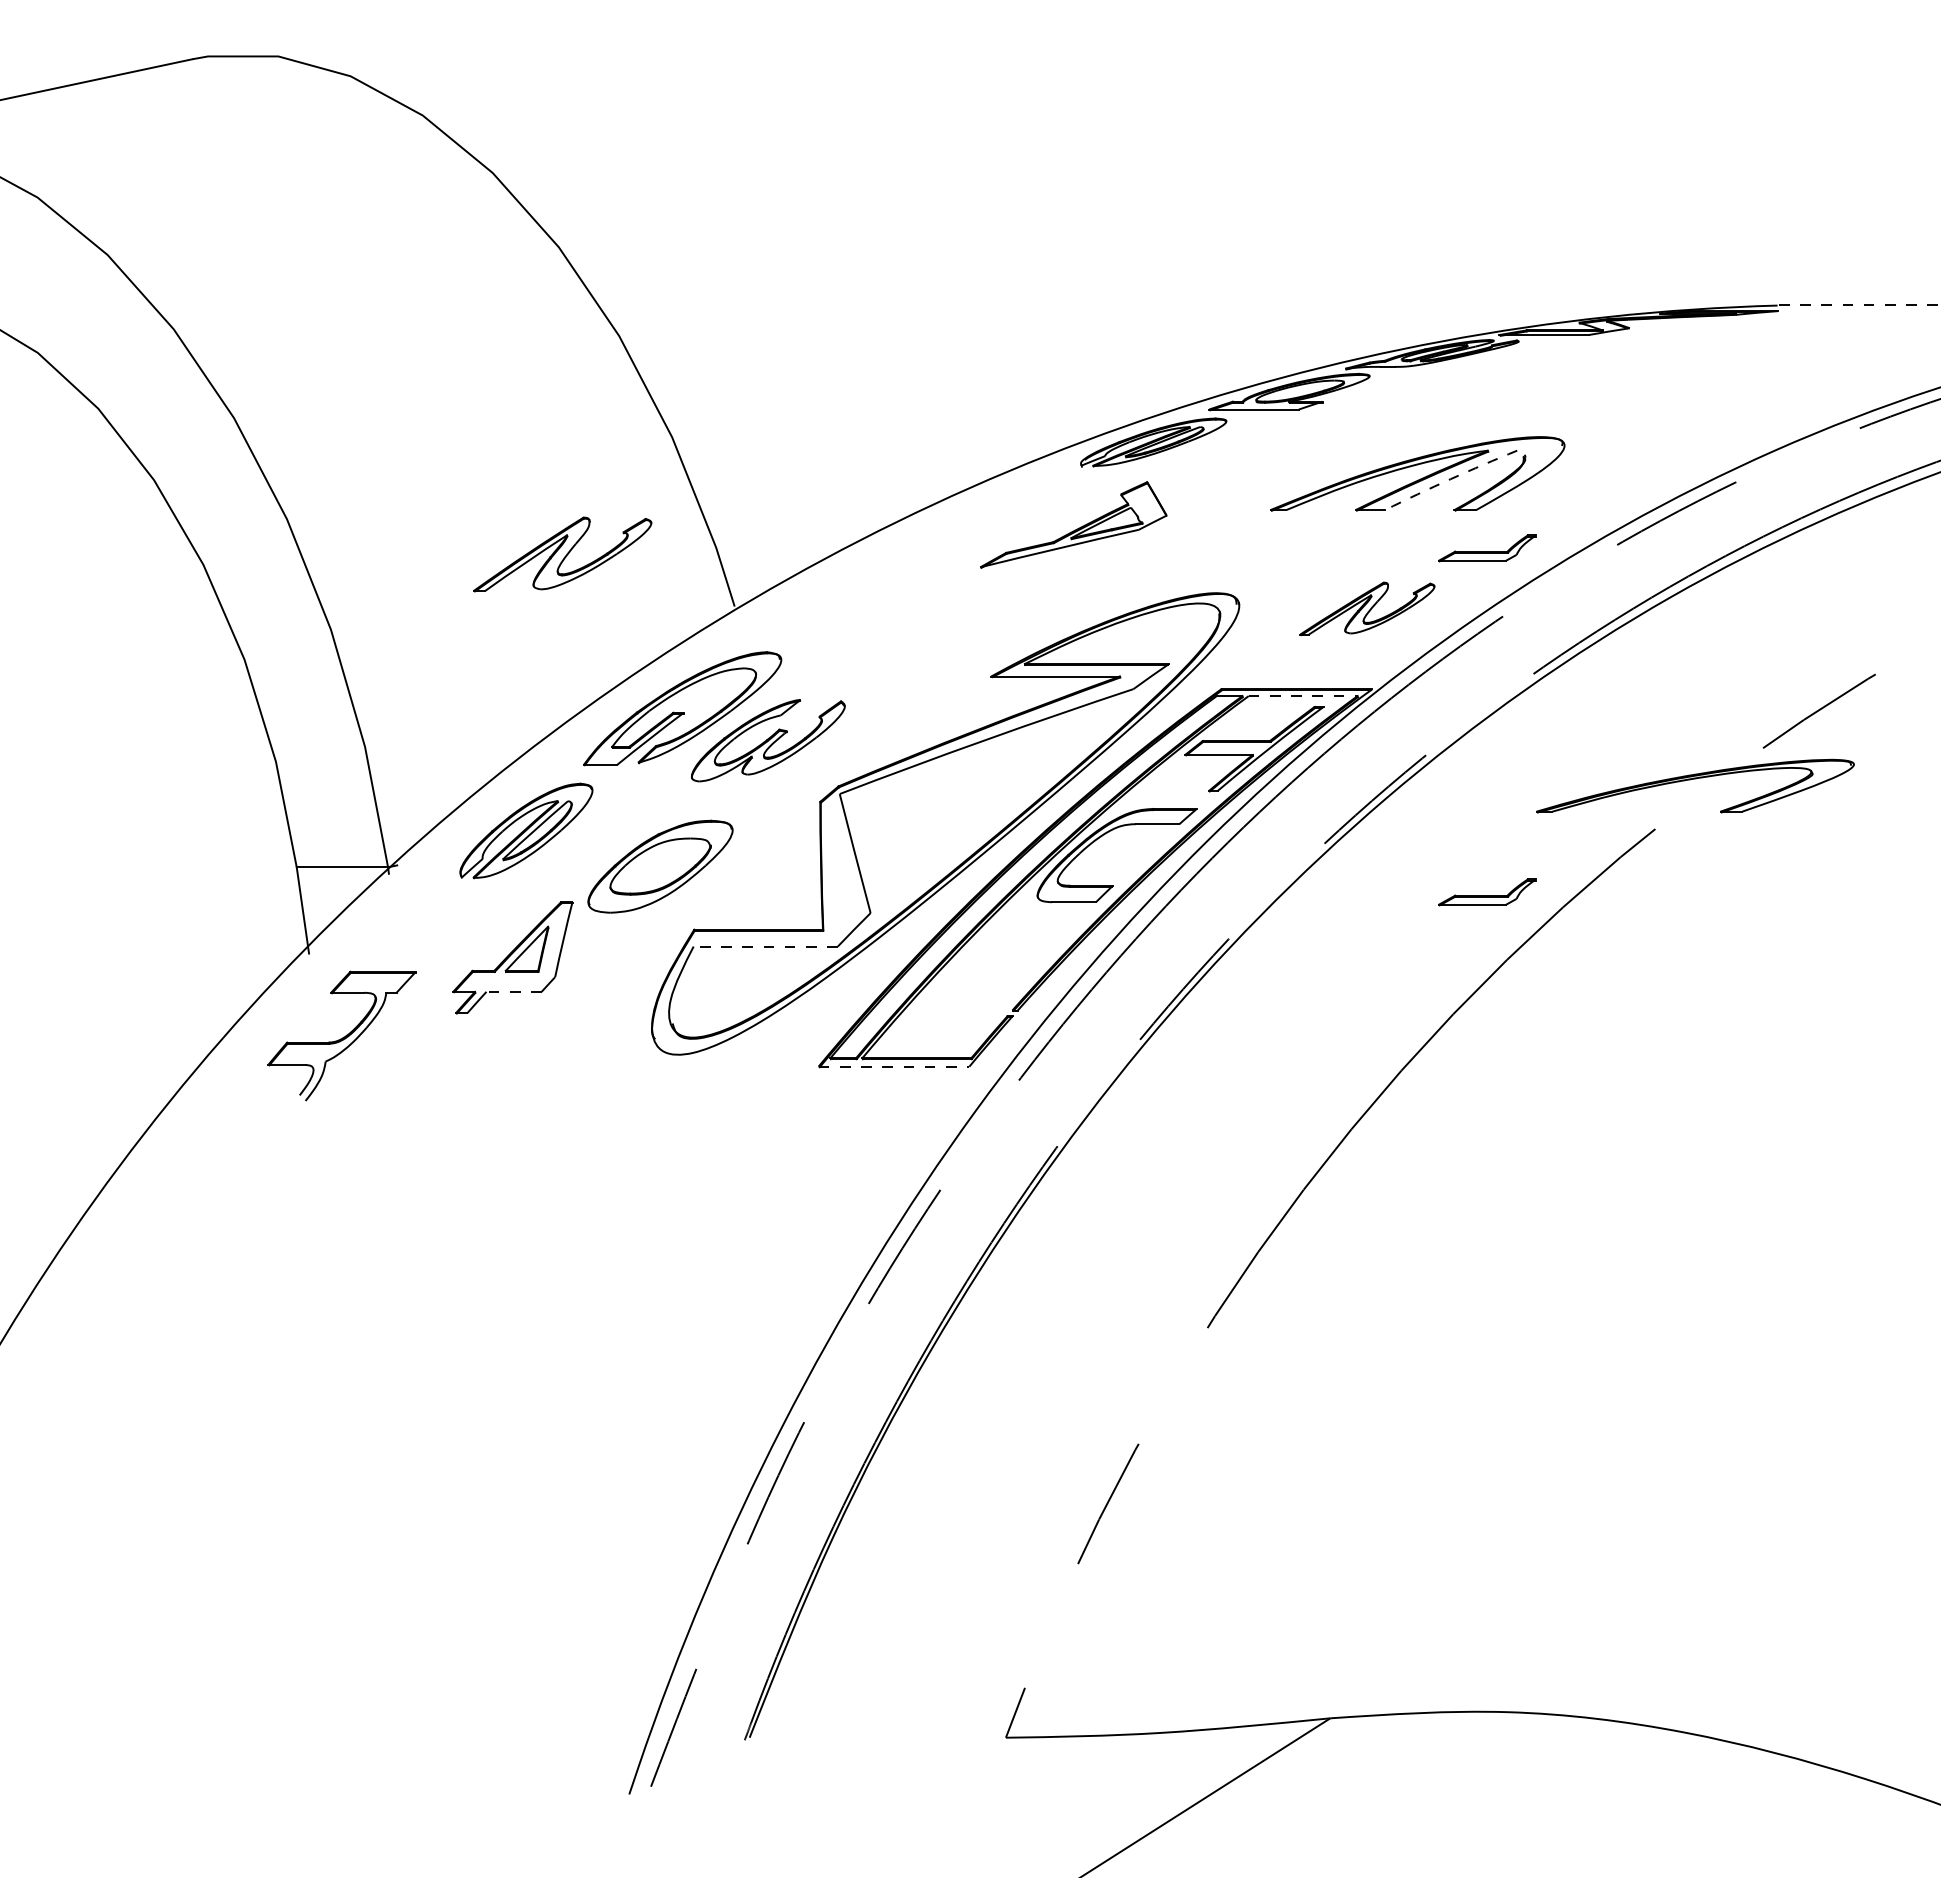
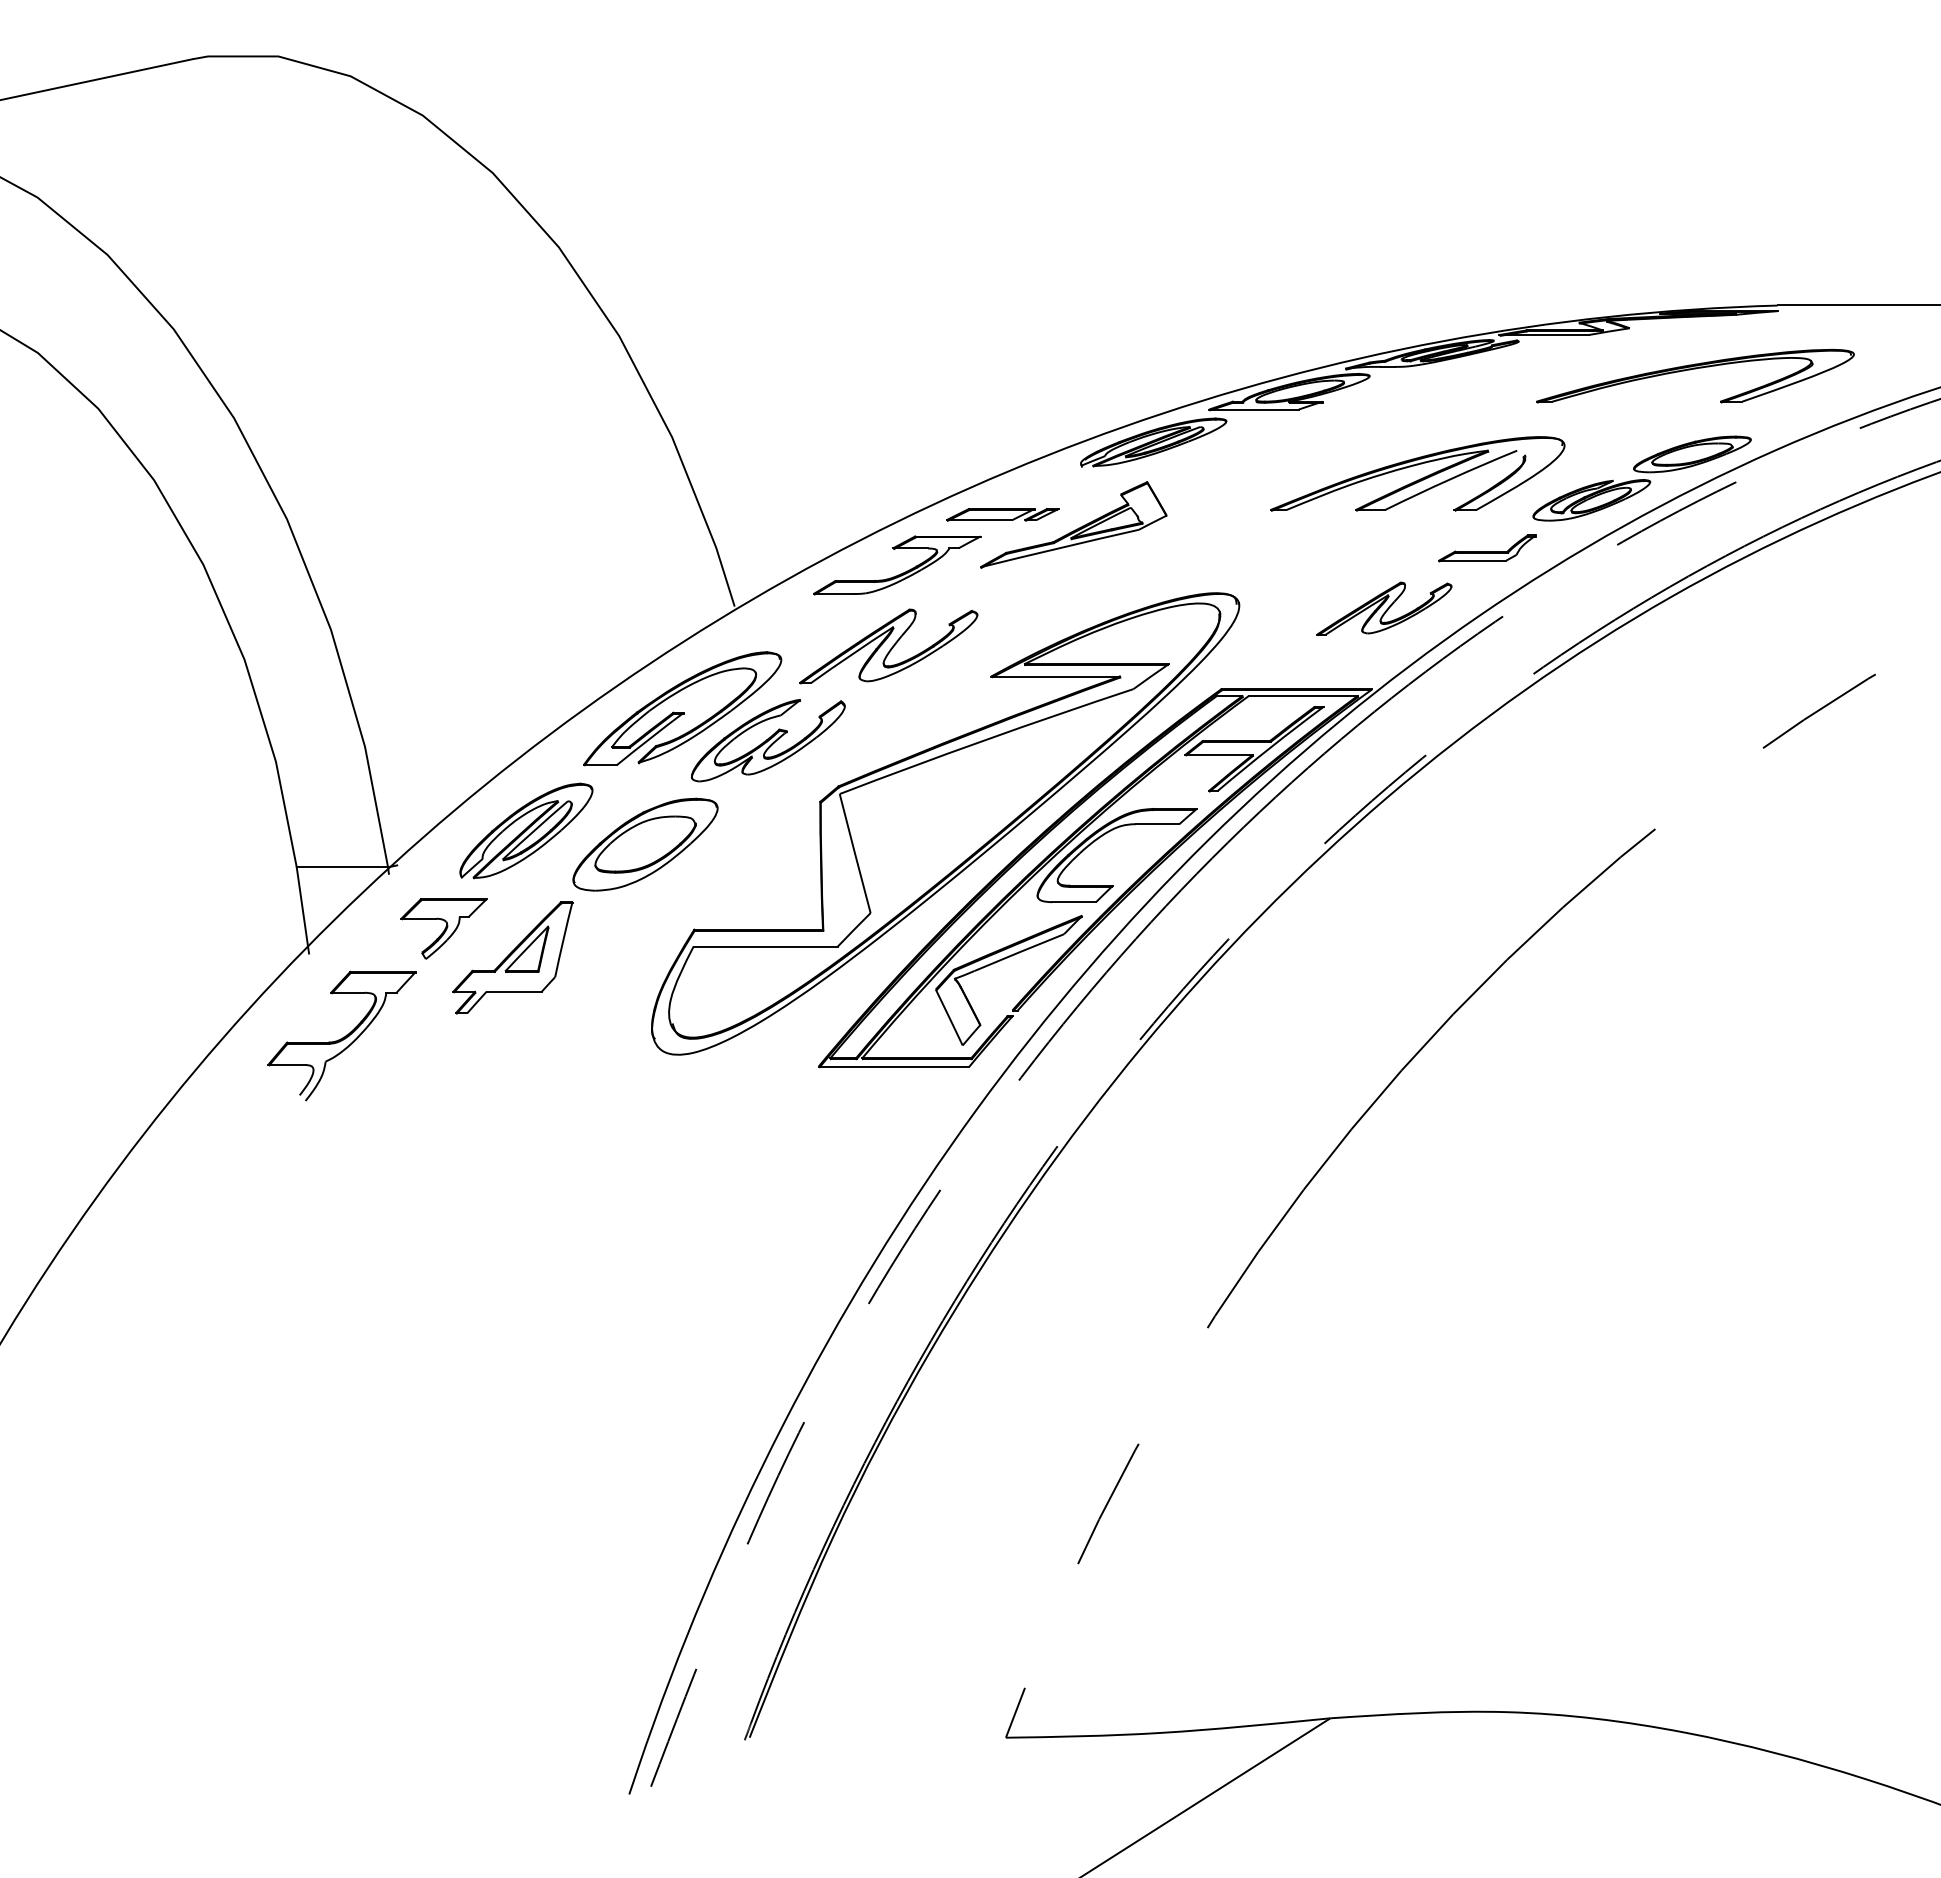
line at (1858, 305): dashed -> solid
part at (1641, 478): none -> present
arc at (1450, 479): dashed -> solid
part at (1002, 514): none -> present
part at (562, 554) position: (562, 554) -> (888, 646)
part at (900, 573): none -> present
part at (1367, 608) position: (1367, 608) -> (1384, 608)
line at (1303, 696): dashed -> solid
part at (1695, 785) position: (1695, 785) -> (1695, 375)
part at (660, 866) position: (660, 866) -> (645, 844)
part at (1487, 892): present -> none
part at (443, 928): none -> present
line at (765, 946): dashed -> solid
part at (1000, 961): none -> present
line at (514, 991): dashed -> solid
line at (894, 1066): dashed -> solid
